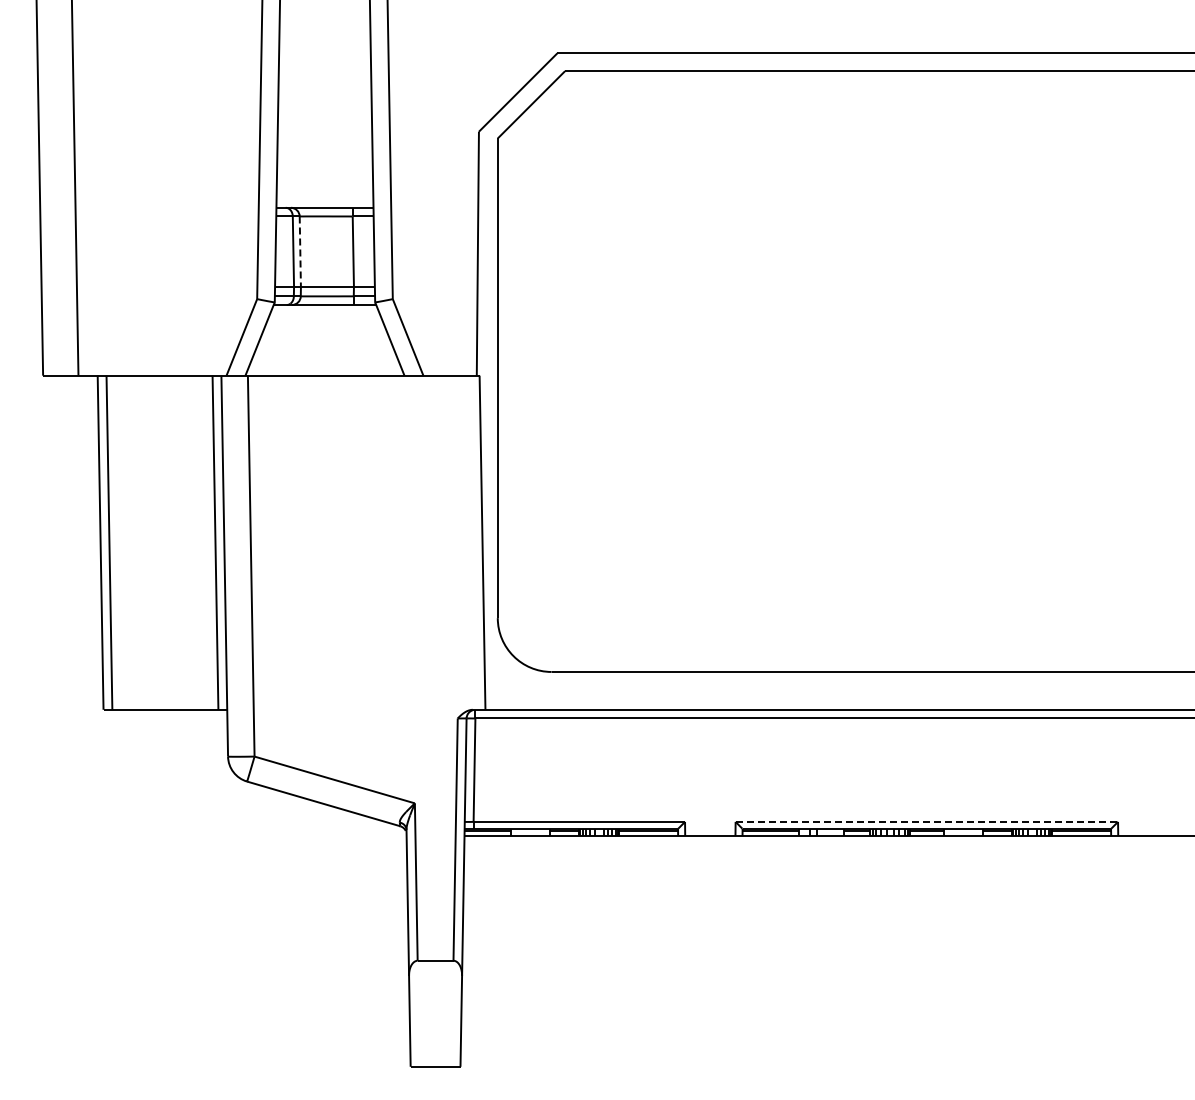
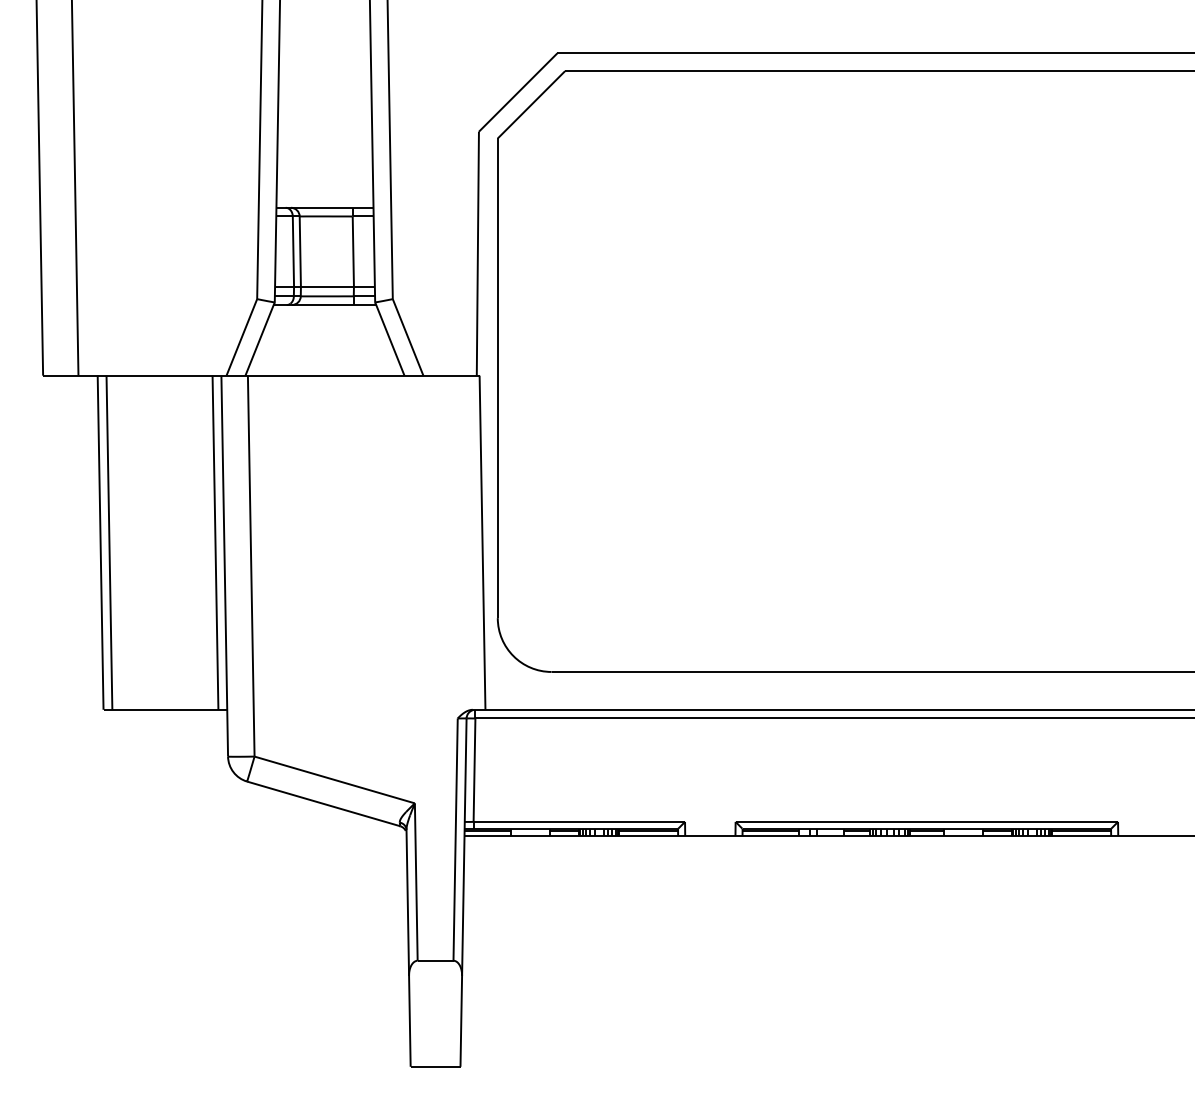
line at (300, 252): dashed -> solid
line at (927, 821): dashed -> solid
